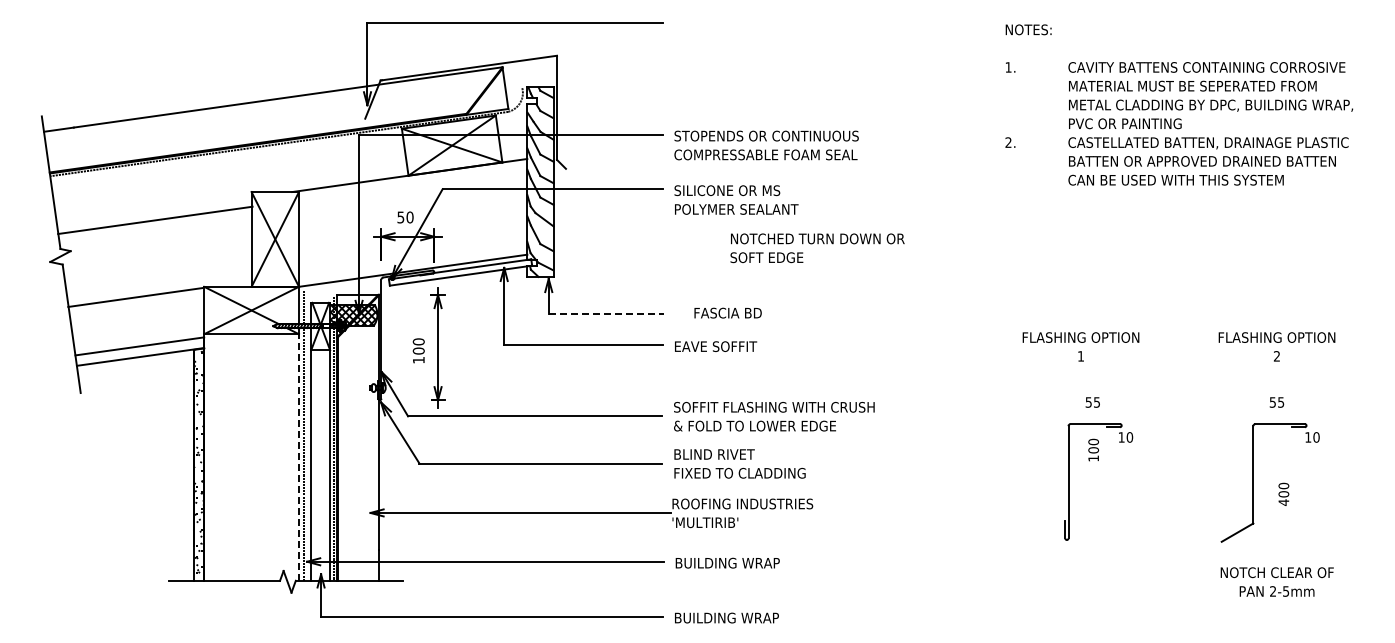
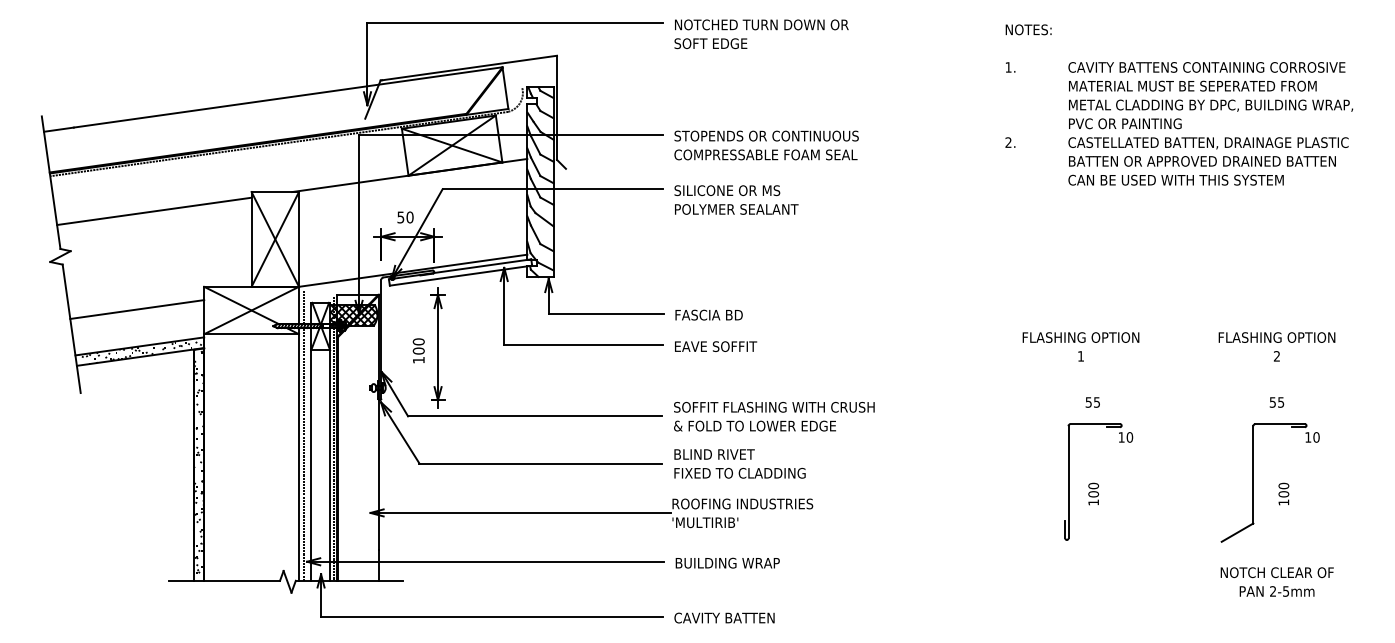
line at (155, 220) position: (155, 220) -> (154, 211)
text at (817, 248) position: (817, 248) -> (761, 34)
line at (135, 297) position: (135, 297) -> (137, 309)
text at (727, 312) position: (727, 312) -> (708, 314)
line at (606, 313): dashed -> solid
hatch at (140, 351): none -> present
text at (1093, 449) position: (1093, 449) -> (1093, 493)
line at (299, 457): dashed -> solid
text at (1283, 502): 400 -> 100
text at (726, 617): BUILDING WRAP -> CAVITY BATTEN
